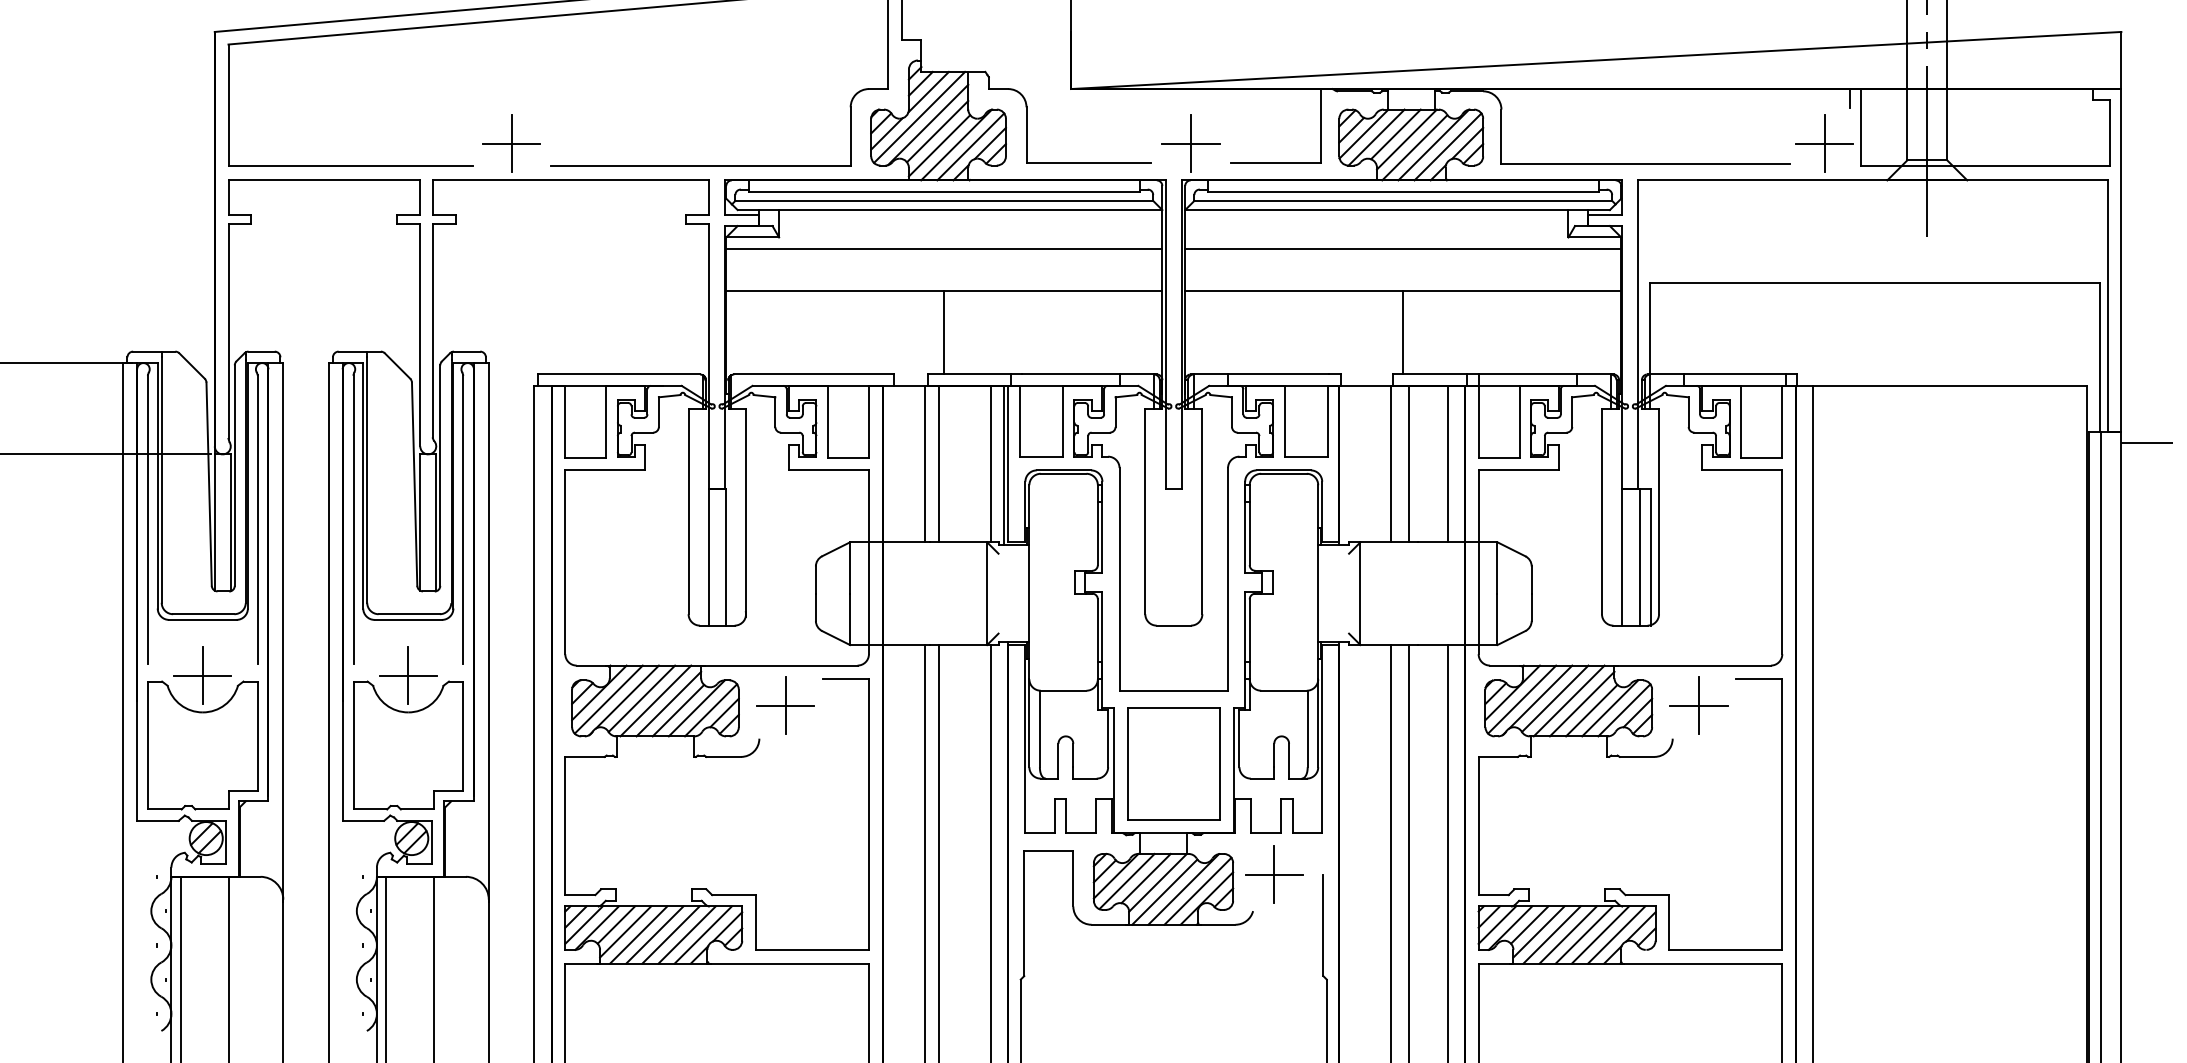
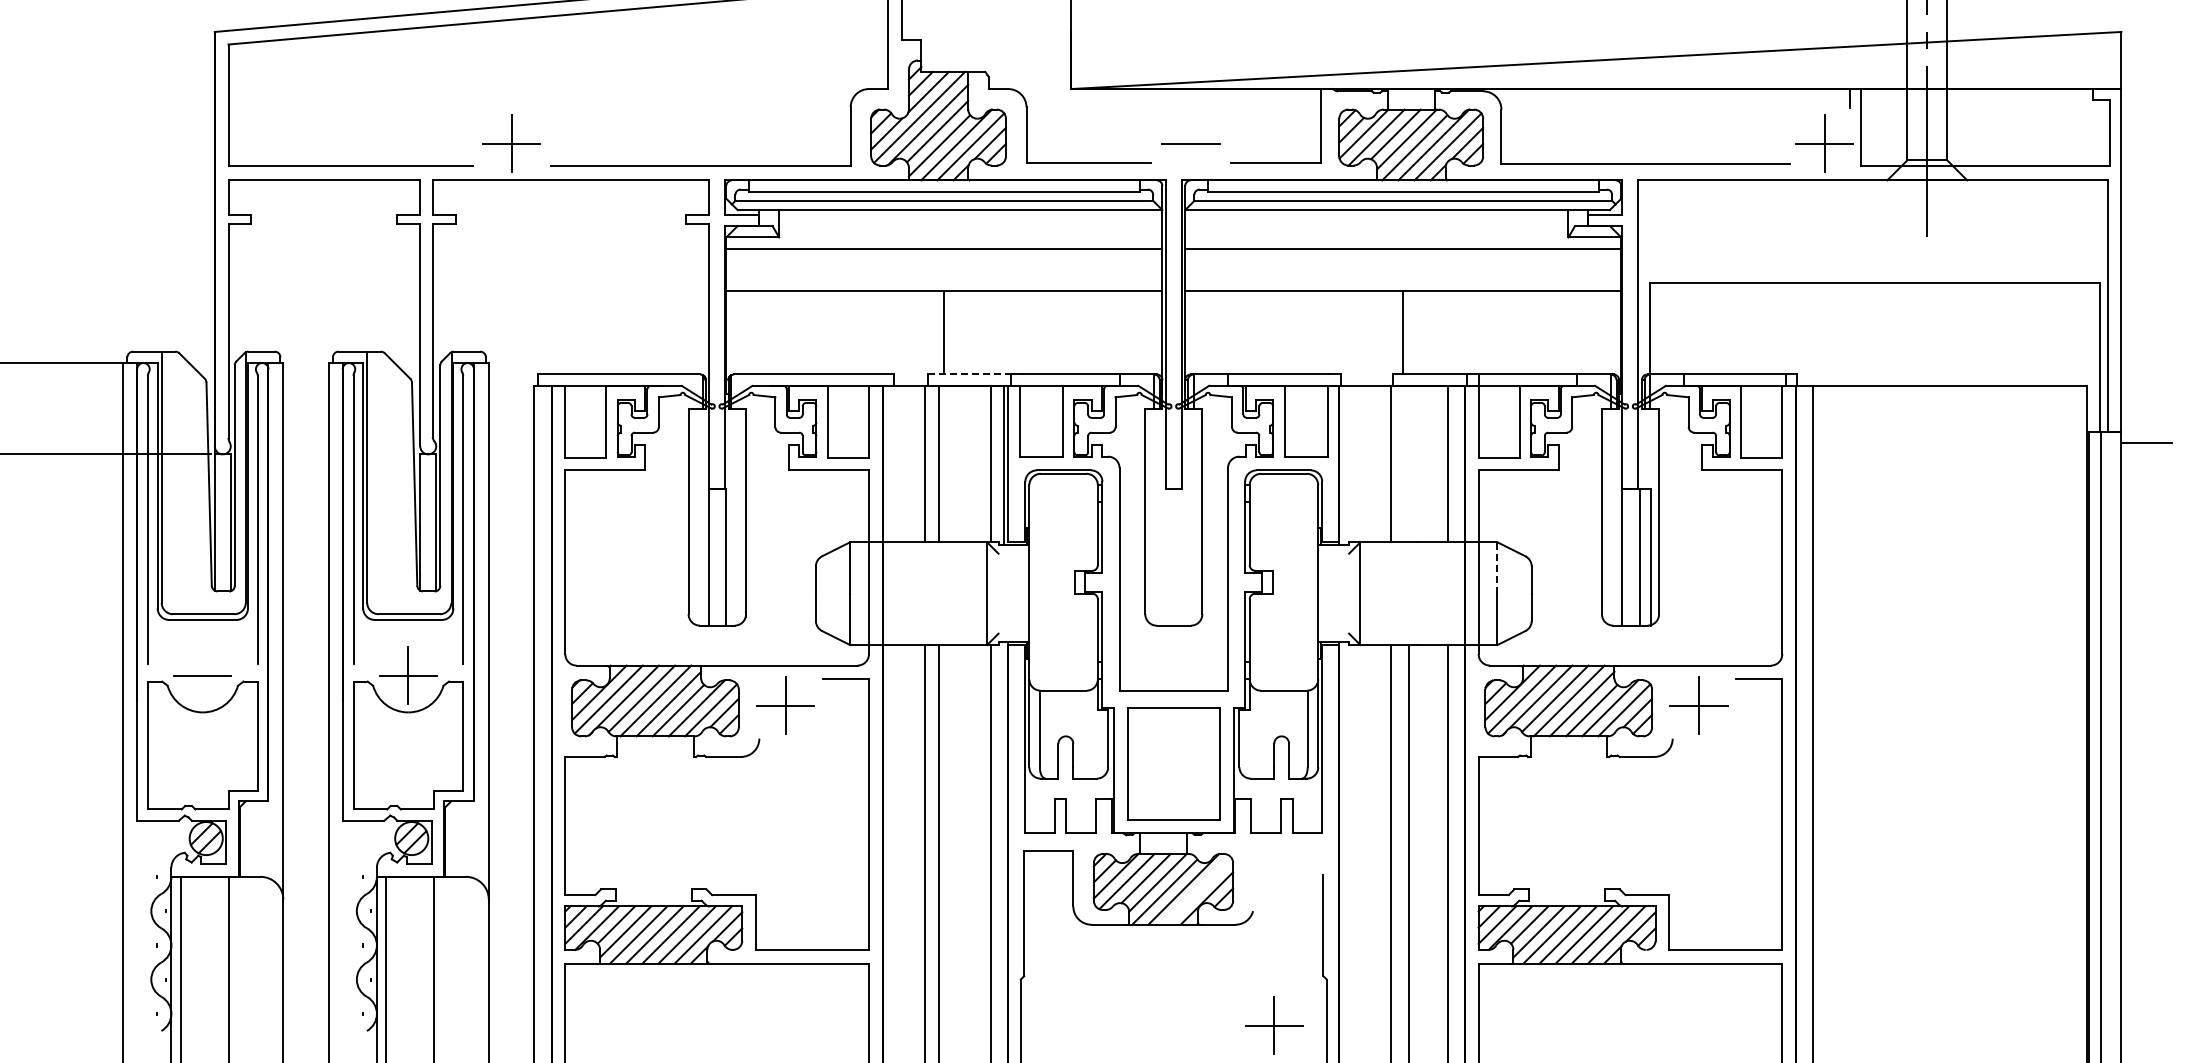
line at (1190, 143): present -> none
line at (969, 374): solid -> dashed
line at (1408, 463): present -> none
line at (1497, 567): solid -> dashed
line at (202, 675): present -> none
part at (1274, 874) position: (1274, 874) -> (1274, 1025)
line at (1197, 890): present -> none
